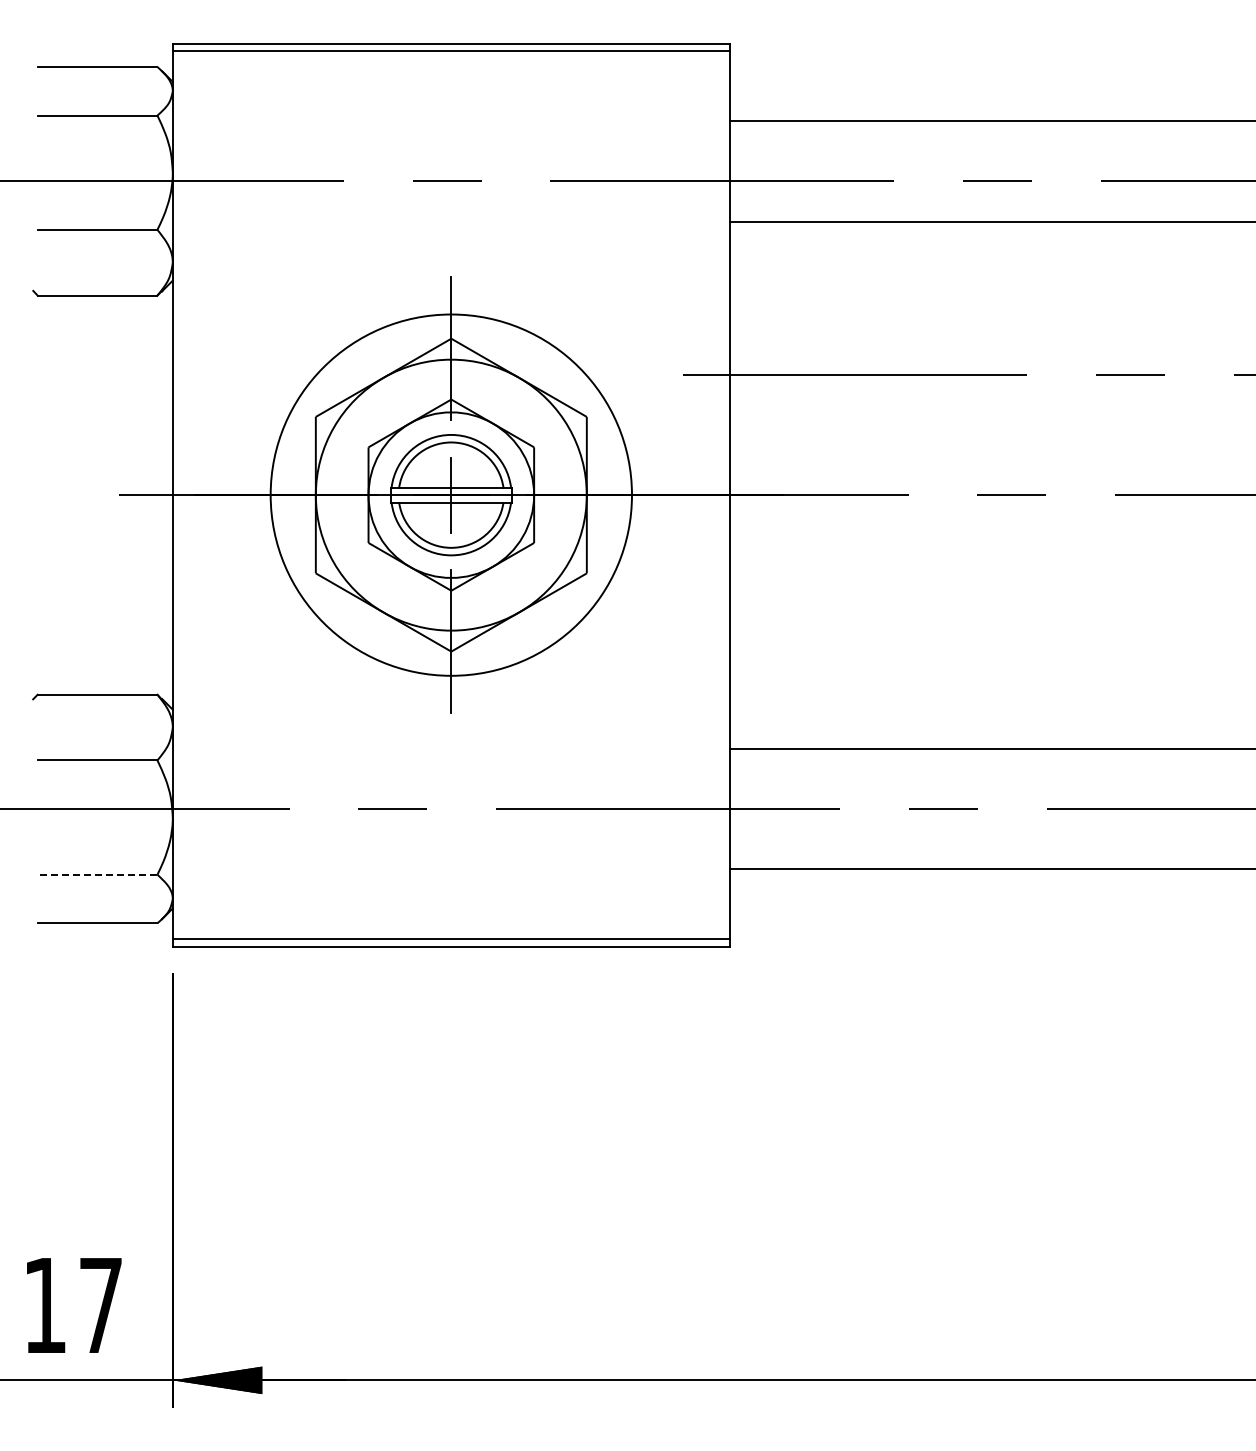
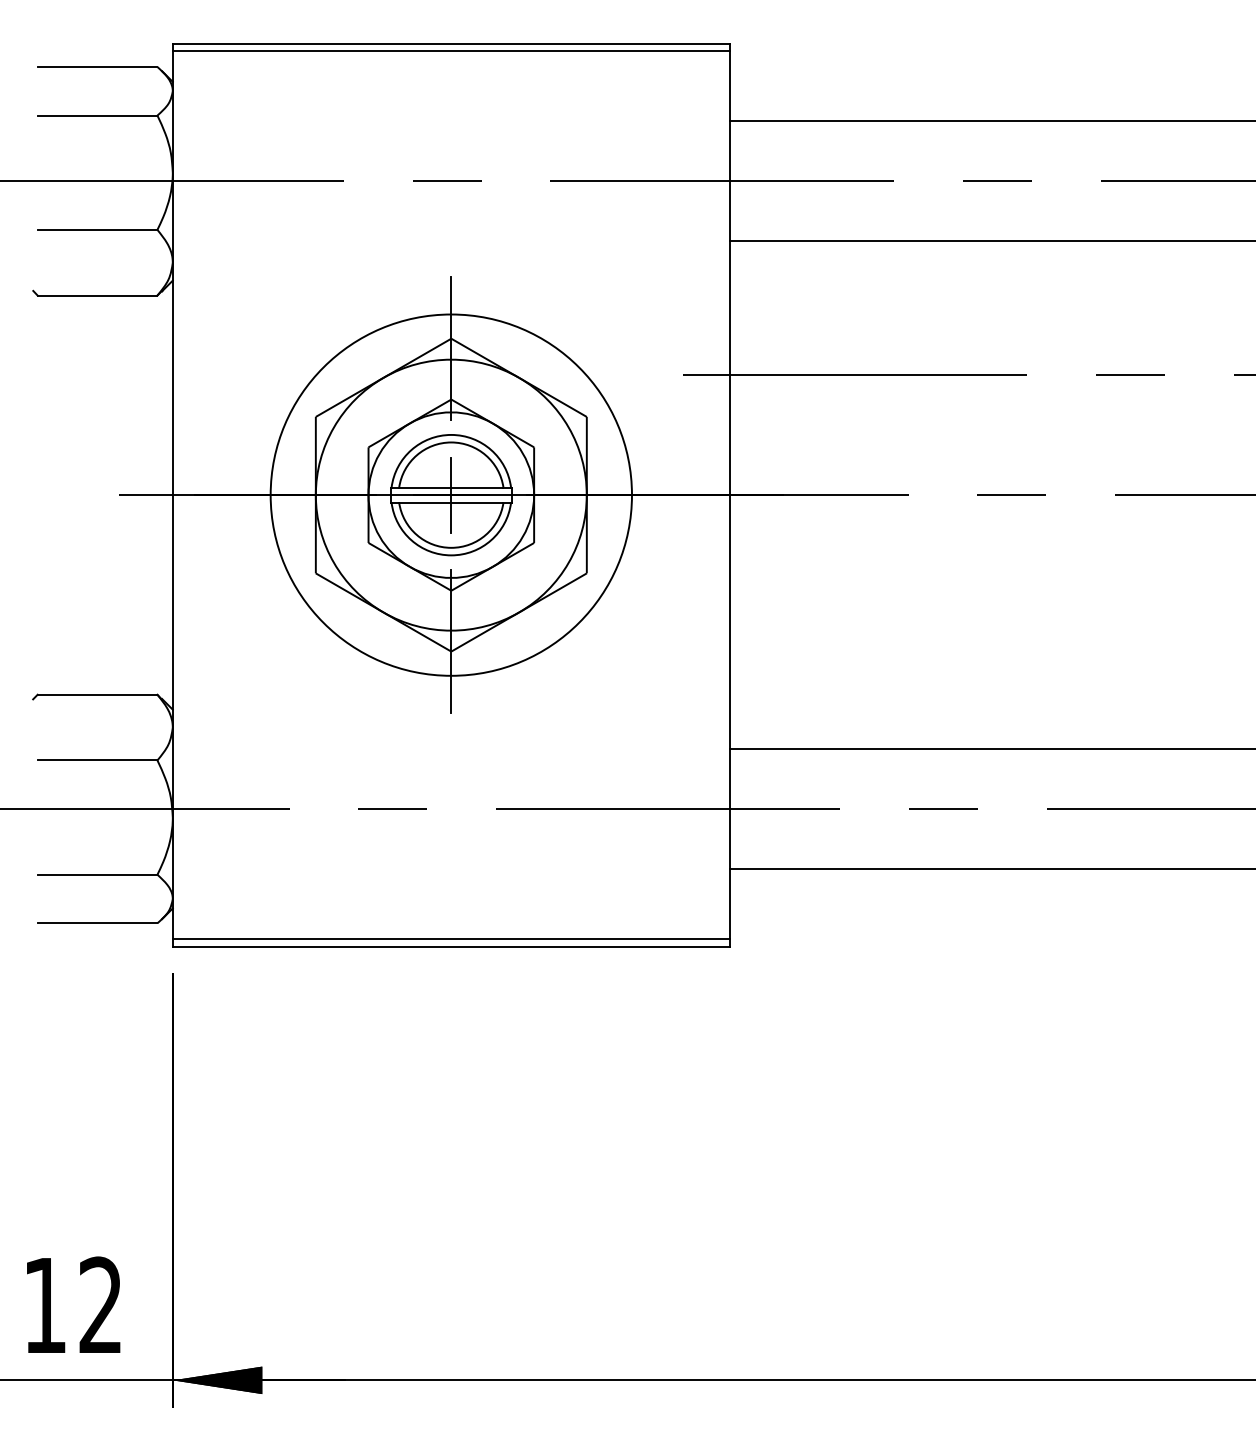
line at (990, 222) position: (990, 222) -> (990, 241)
line at (97, 874): dashed -> solid
text at (100, 1304): 17 -> 12
